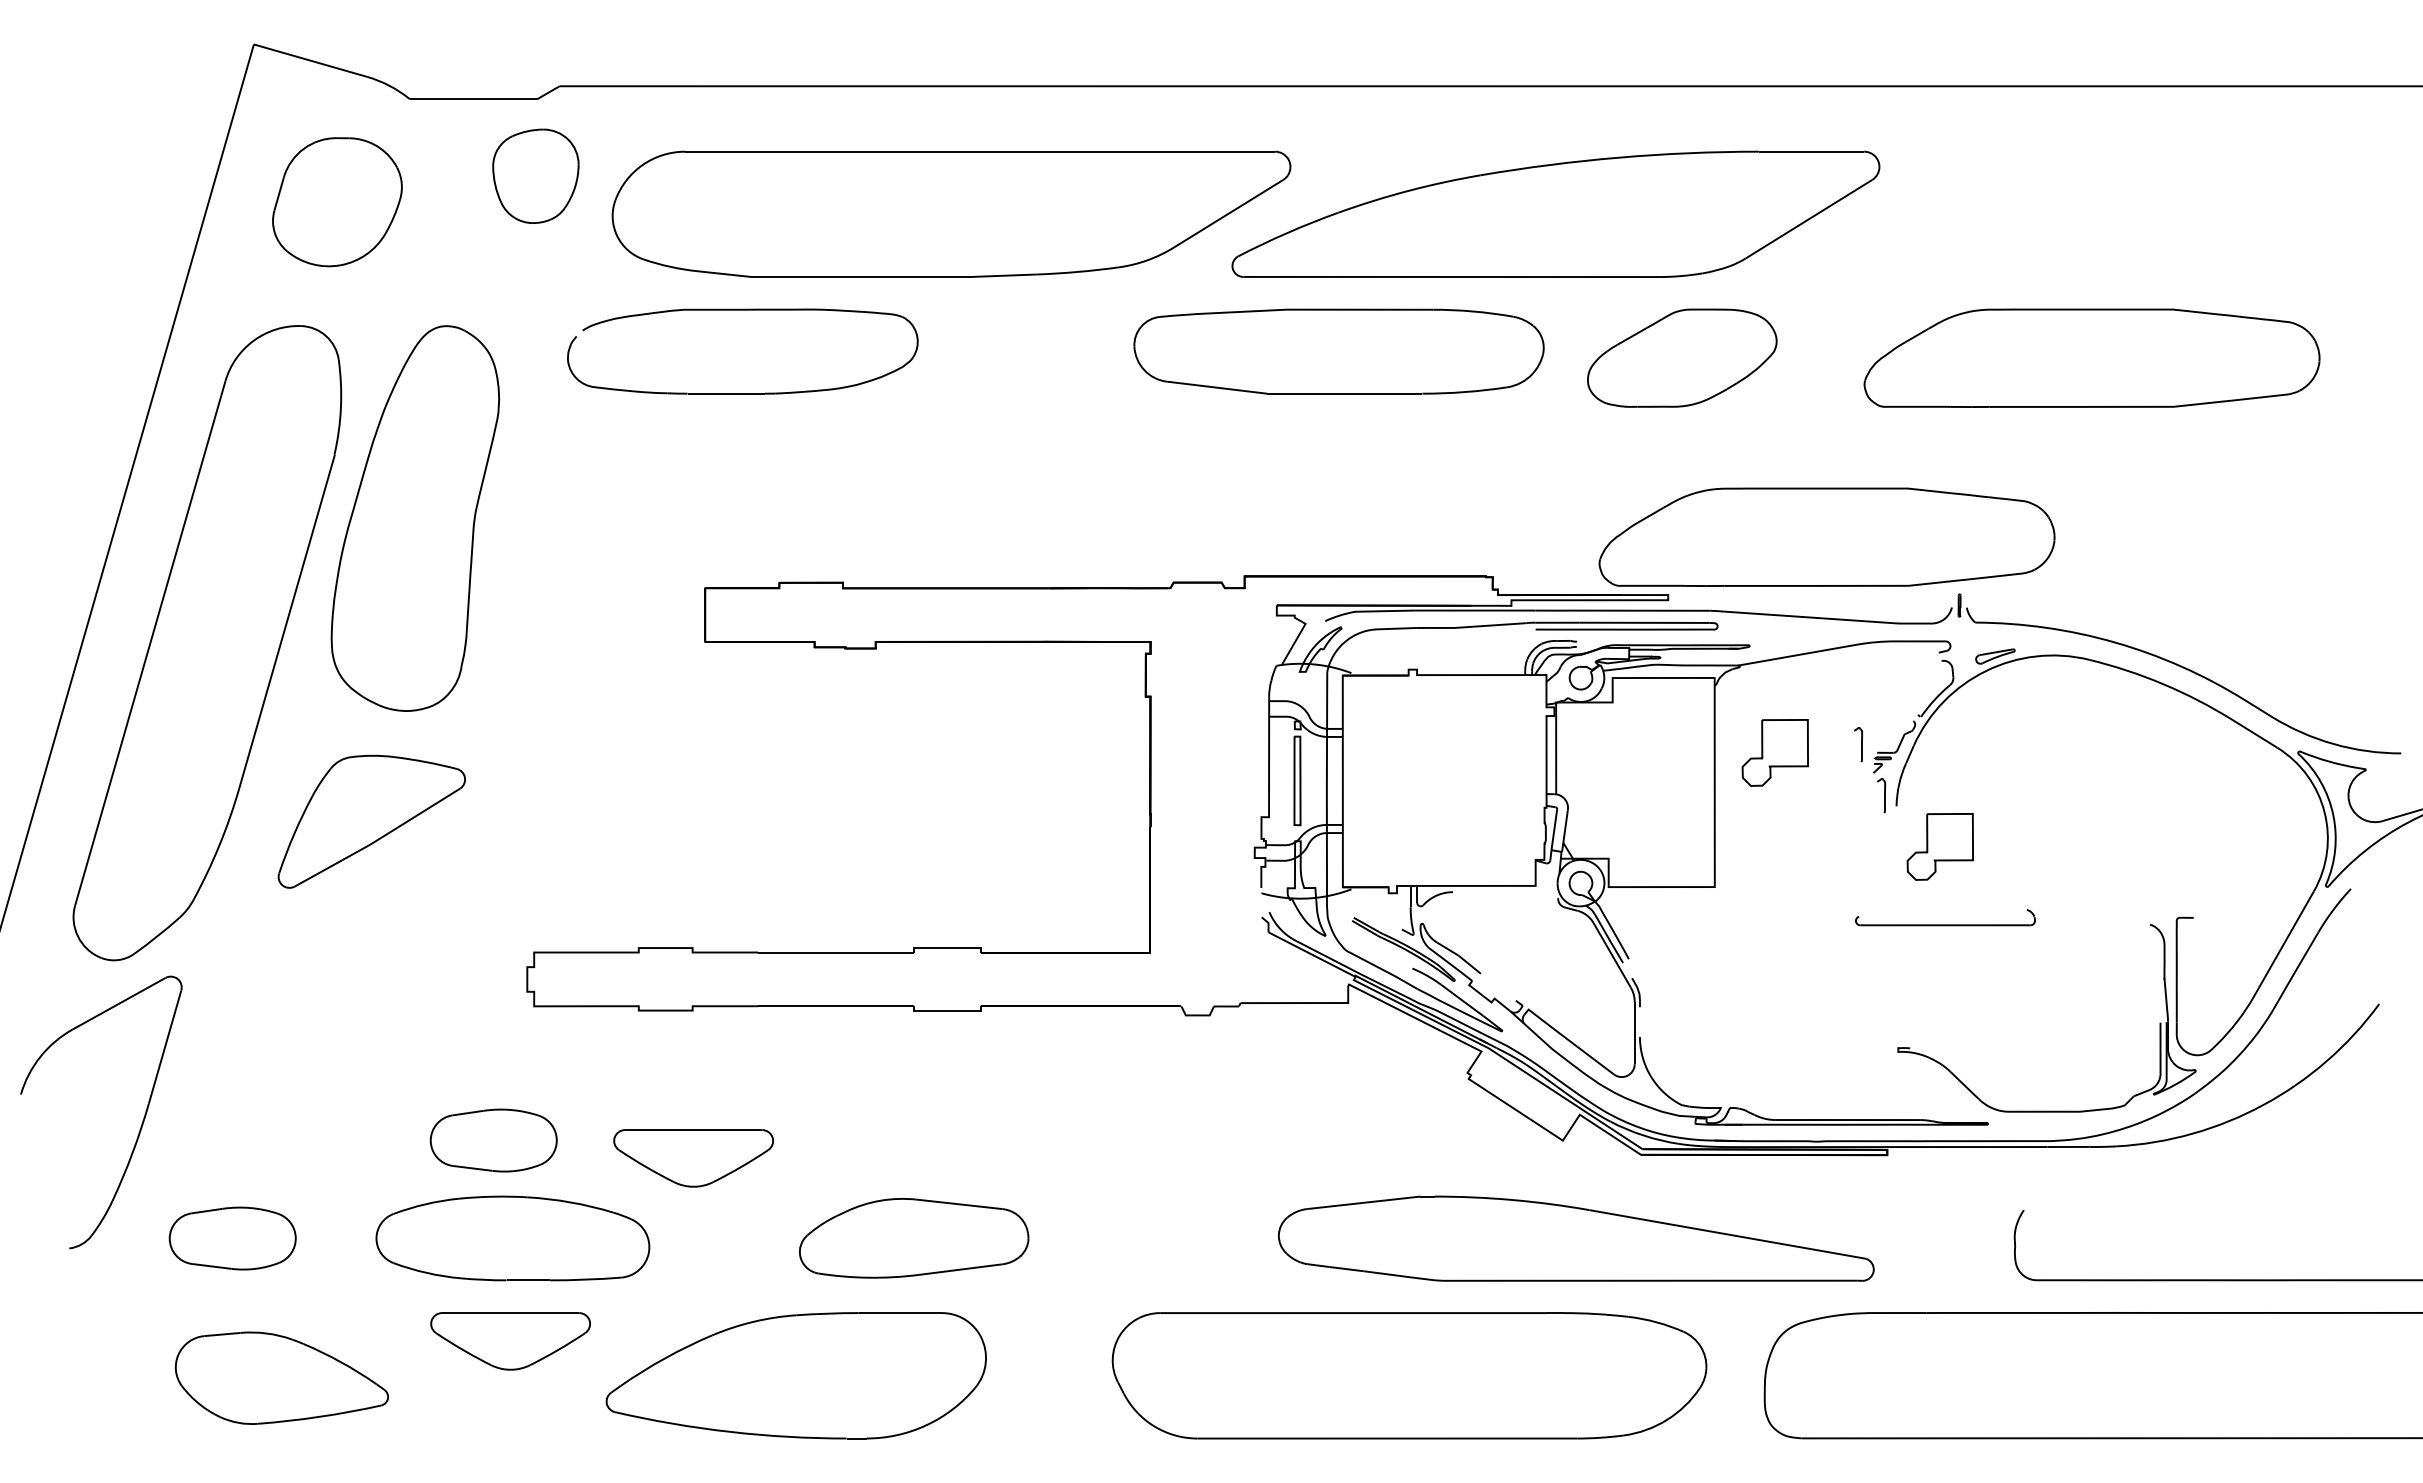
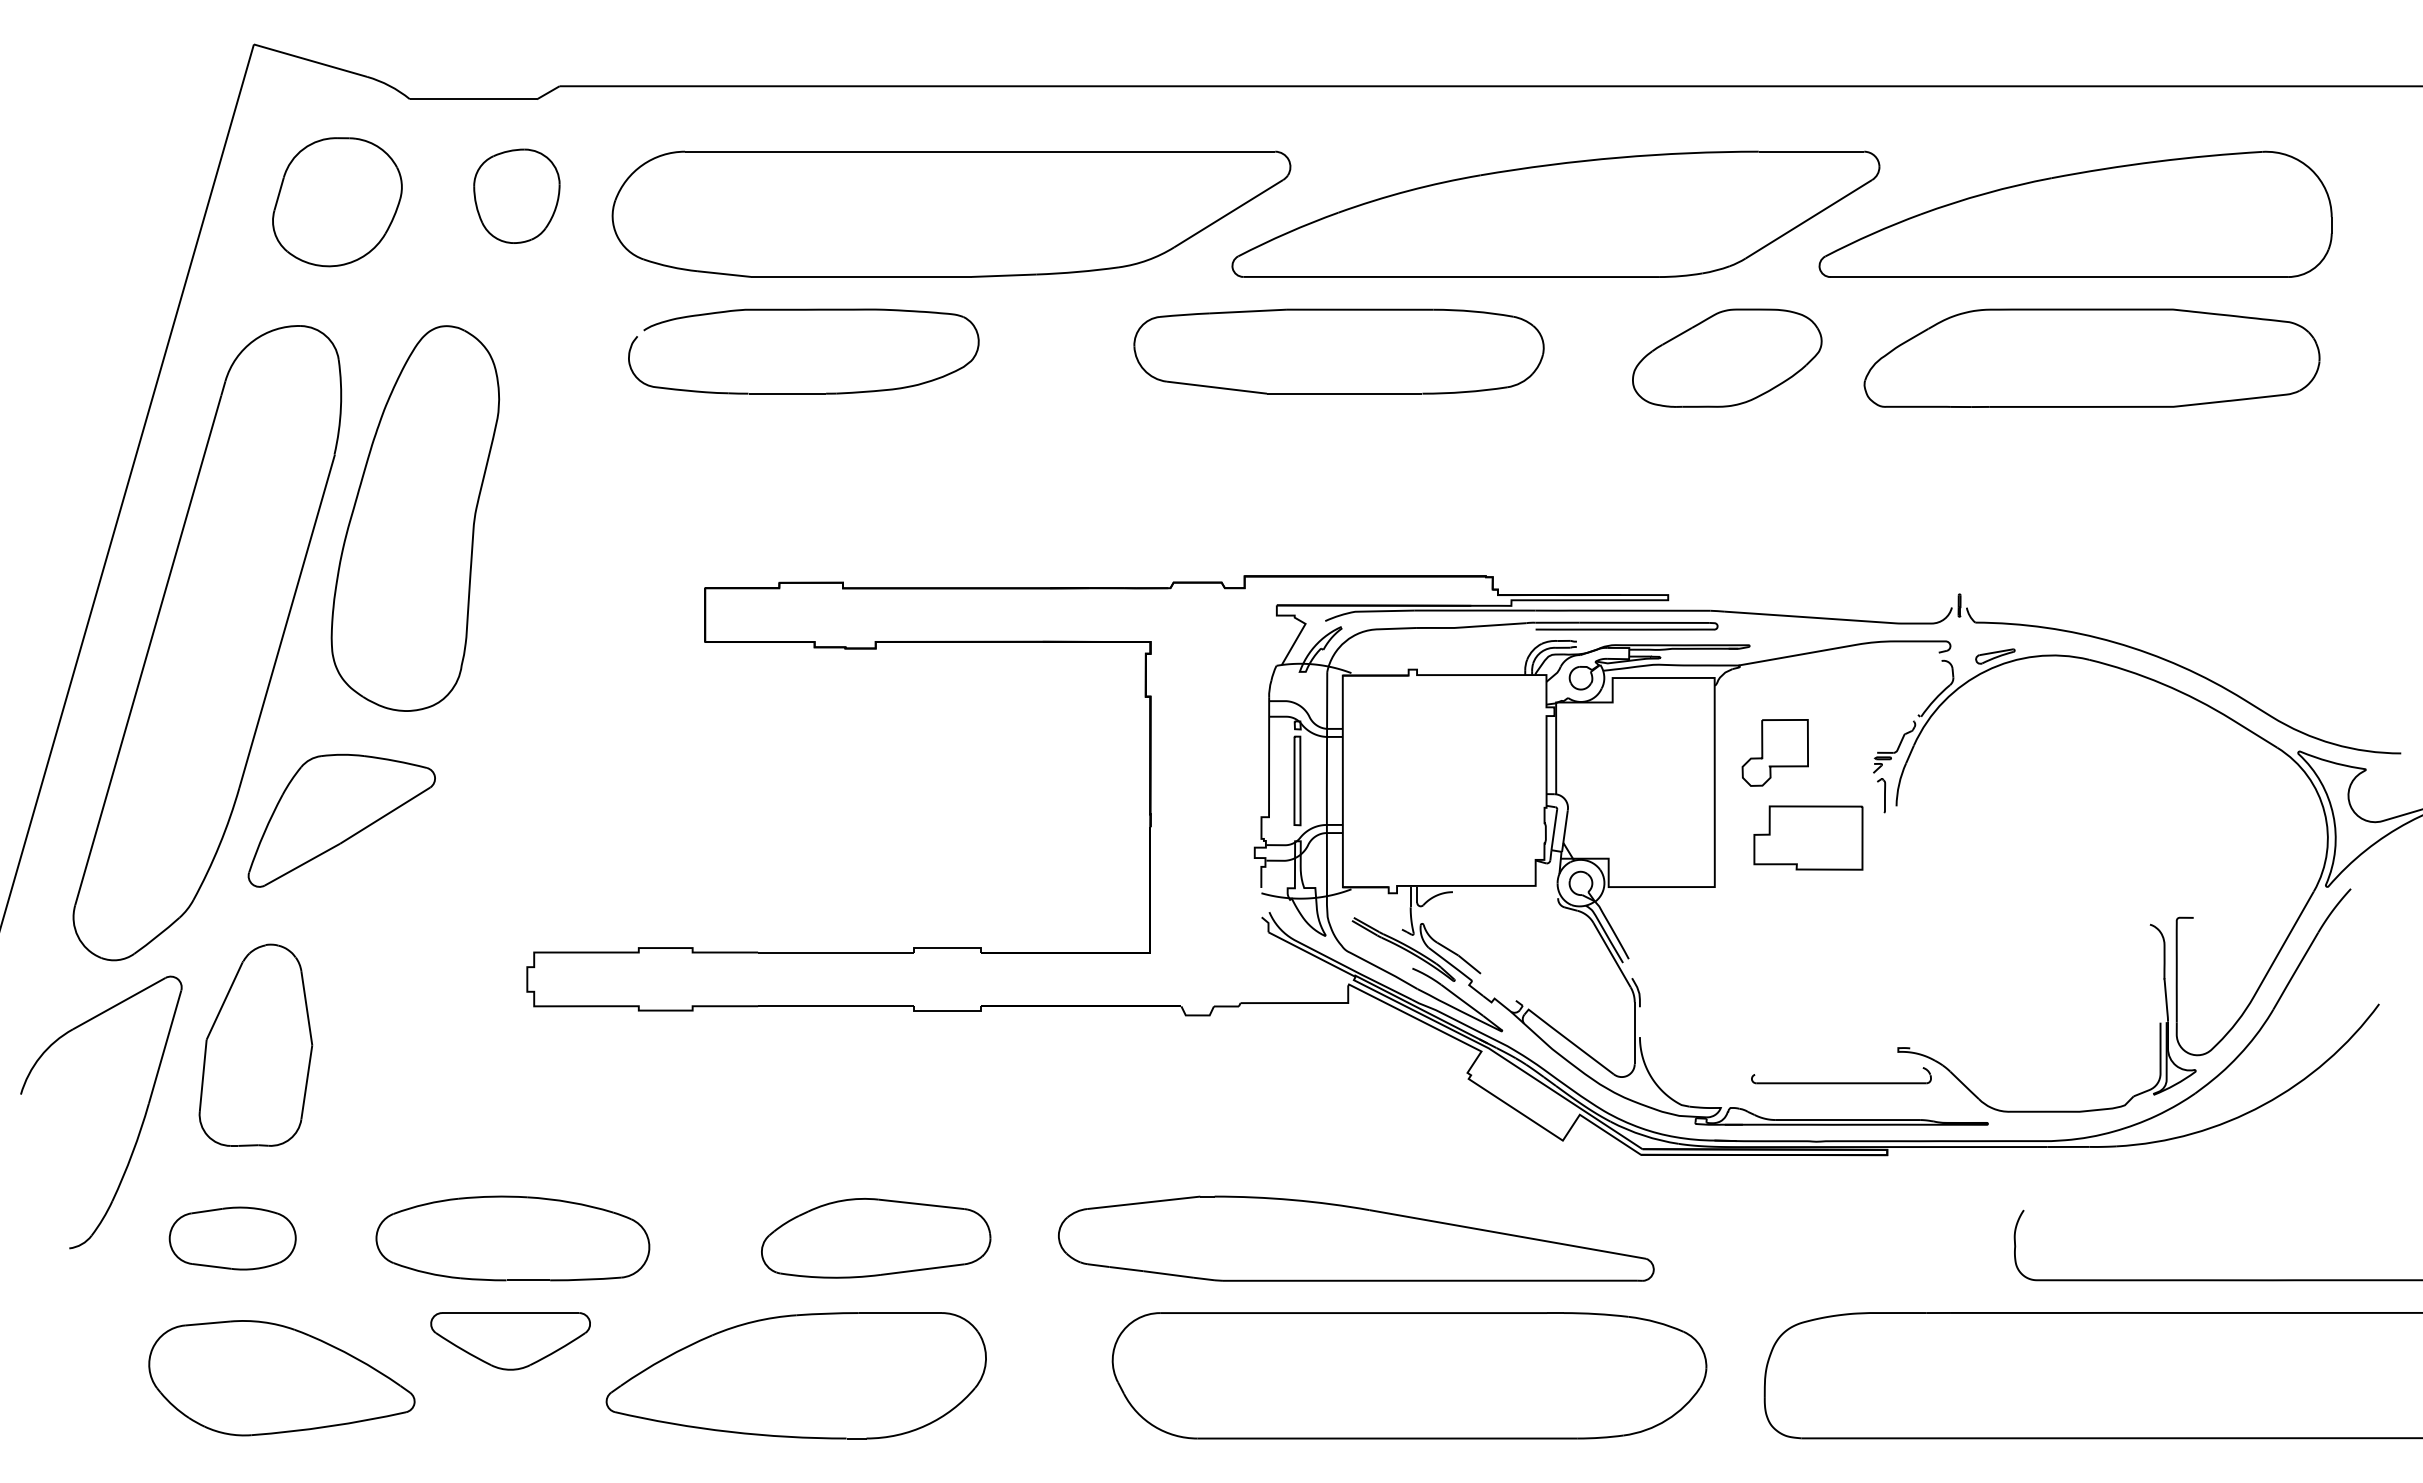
part at (535, 175) position: (535, 175) -> (516, 195)
part at (2075, 213): none -> present
part at (742, 310) position: (742, 310) -> (803, 310)
part at (1682, 357) position: (1682, 357) -> (1727, 357)
part at (1826, 536): present -> none
part at (1858, 744): present -> none
part at (371, 821) position: (371, 821) -> (341, 820)
part at (1808, 837): none -> present
part at (1939, 846): present -> none
part at (1945, 924) position: (1945, 924) -> (1841, 1082)
part at (255, 1044): none -> present
part at (493, 1140): present -> none
part at (693, 1158): present -> none
part at (914, 1238) position: (914, 1238) -> (876, 1238)
part at (1576, 1238) position: (1576, 1238) -> (1356, 1238)
part at (281, 1377) size: 215x94 px -> 268x117 px
